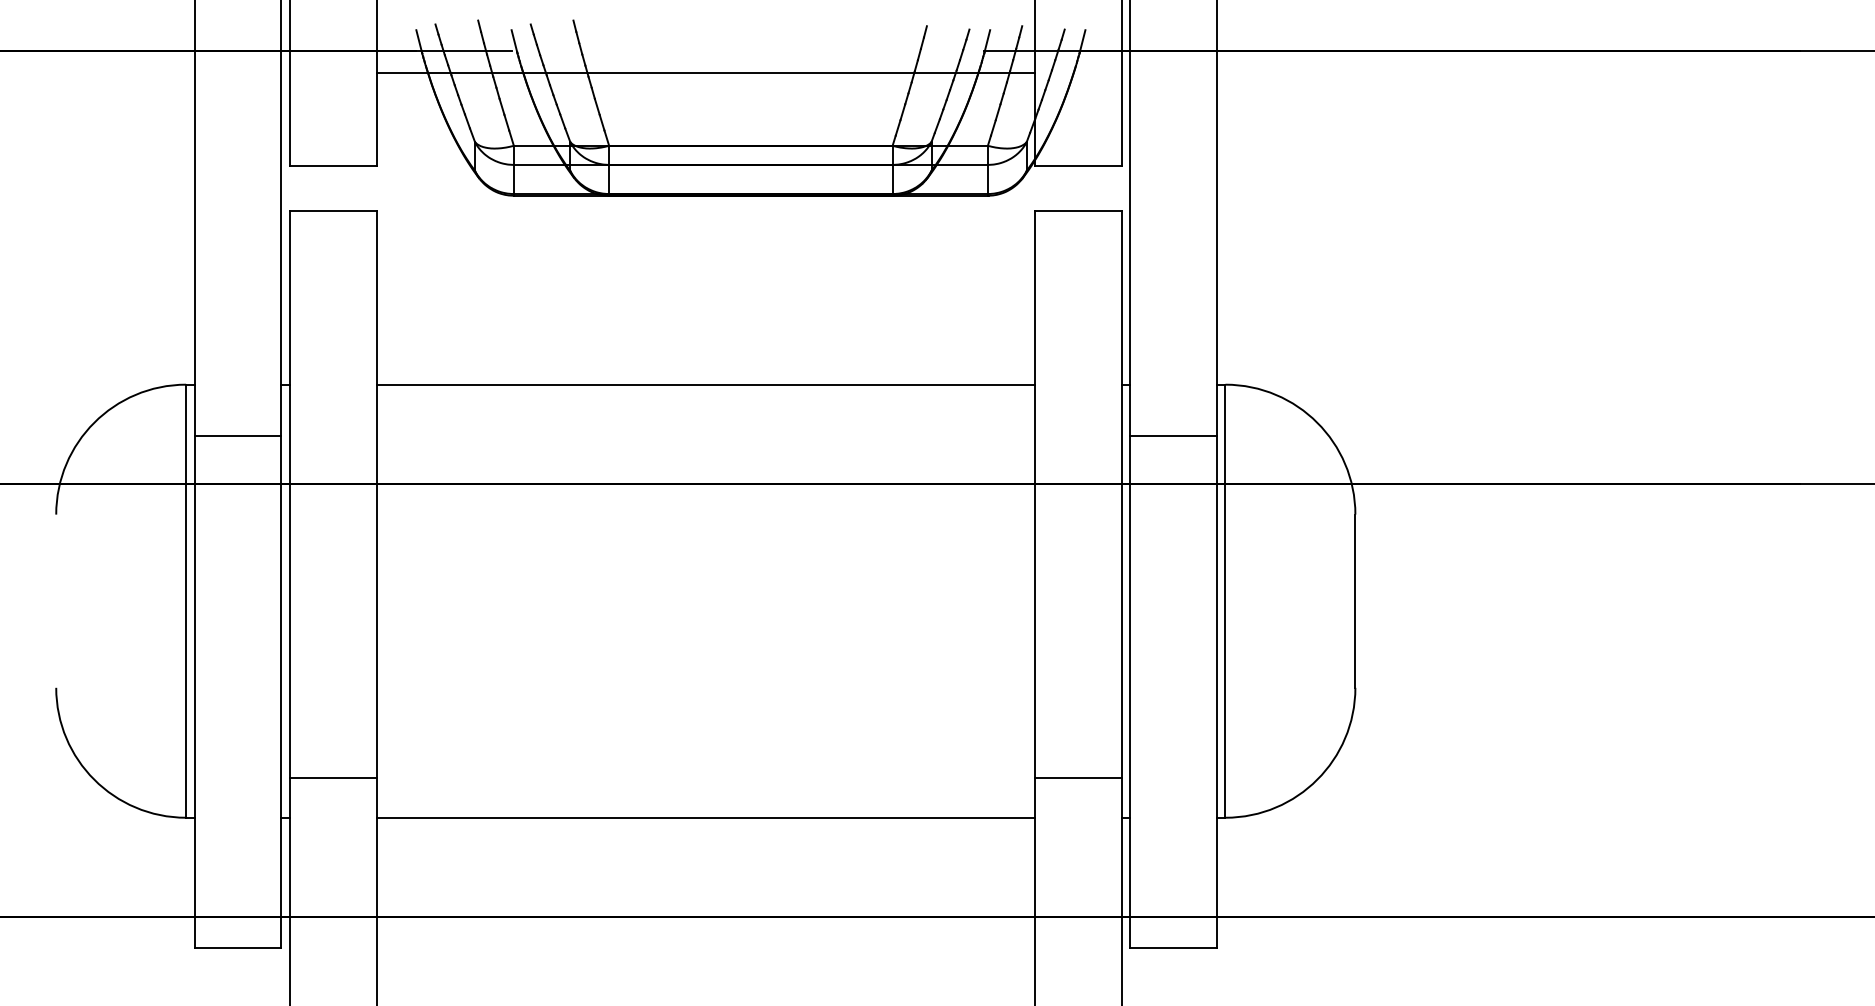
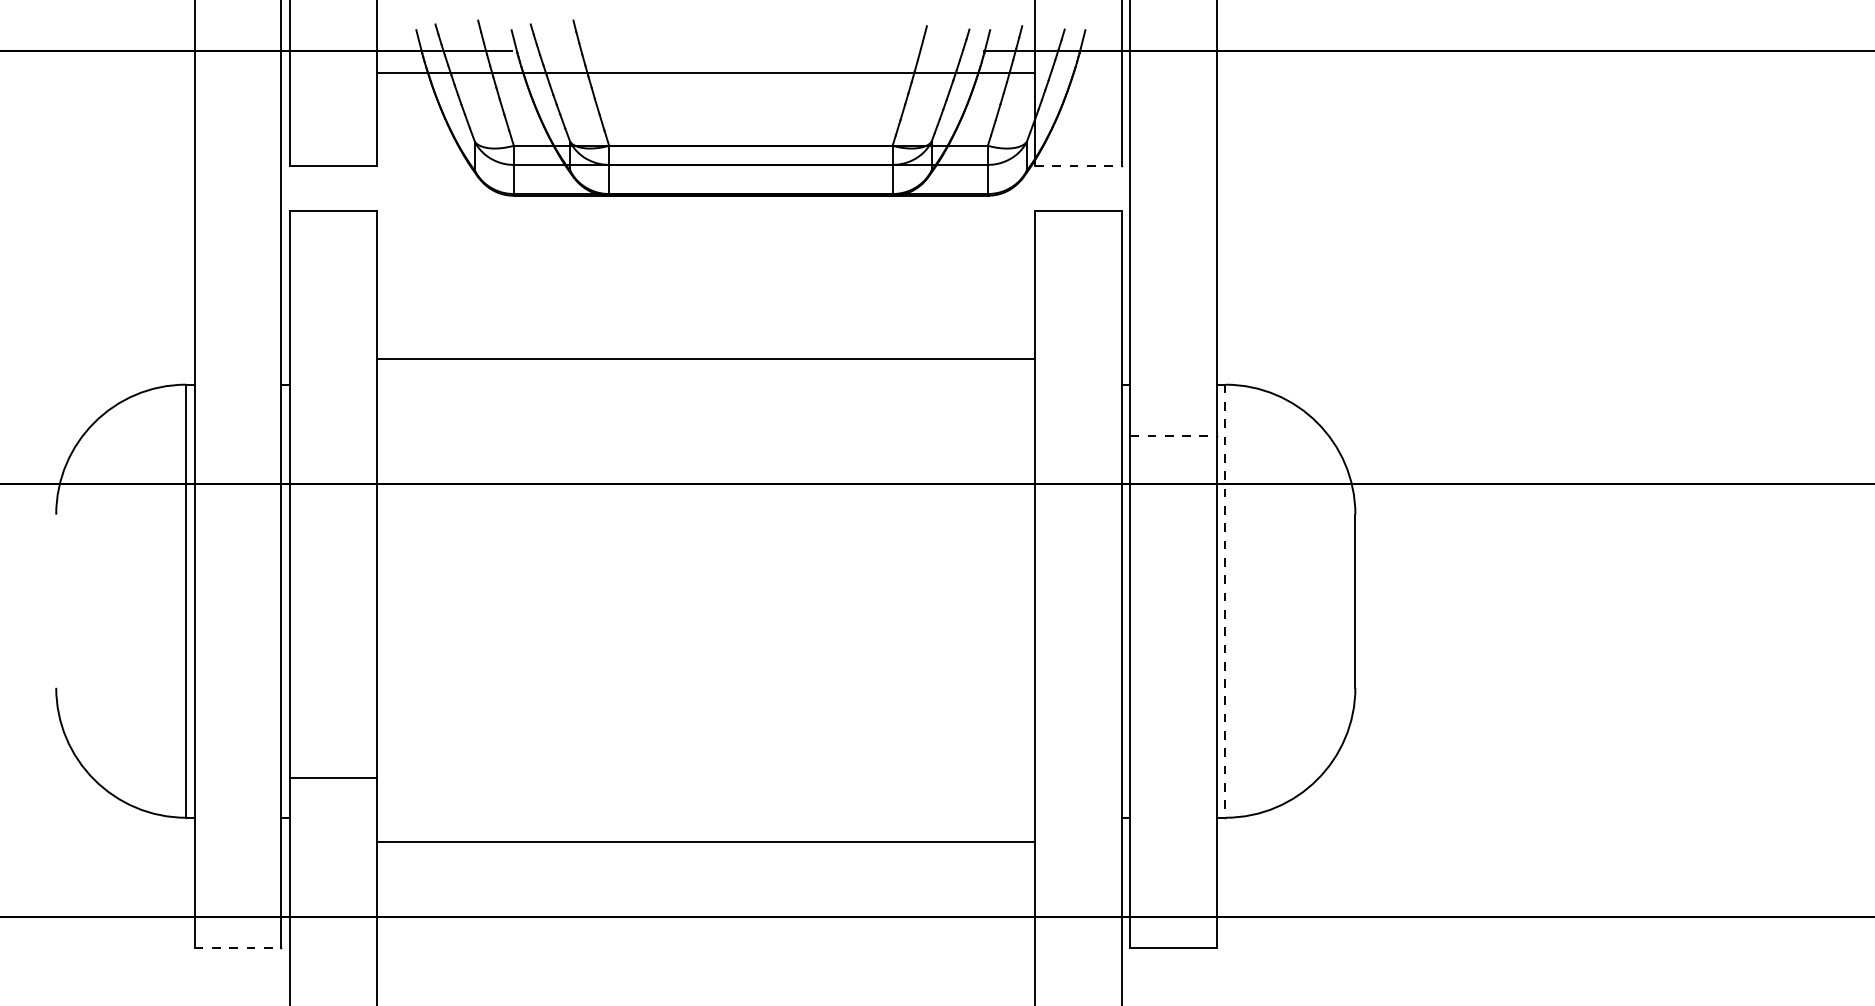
line at (1078, 166): solid -> dashed
line at (705, 384) position: (705, 384) -> (705, 358)
line at (237, 436): present -> none
line at (1174, 436): solid -> dashed
line at (1225, 601): solid -> dashed
line at (1077, 777): present -> none
line at (705, 817) position: (705, 817) -> (705, 841)
line at (238, 947): solid -> dashed
